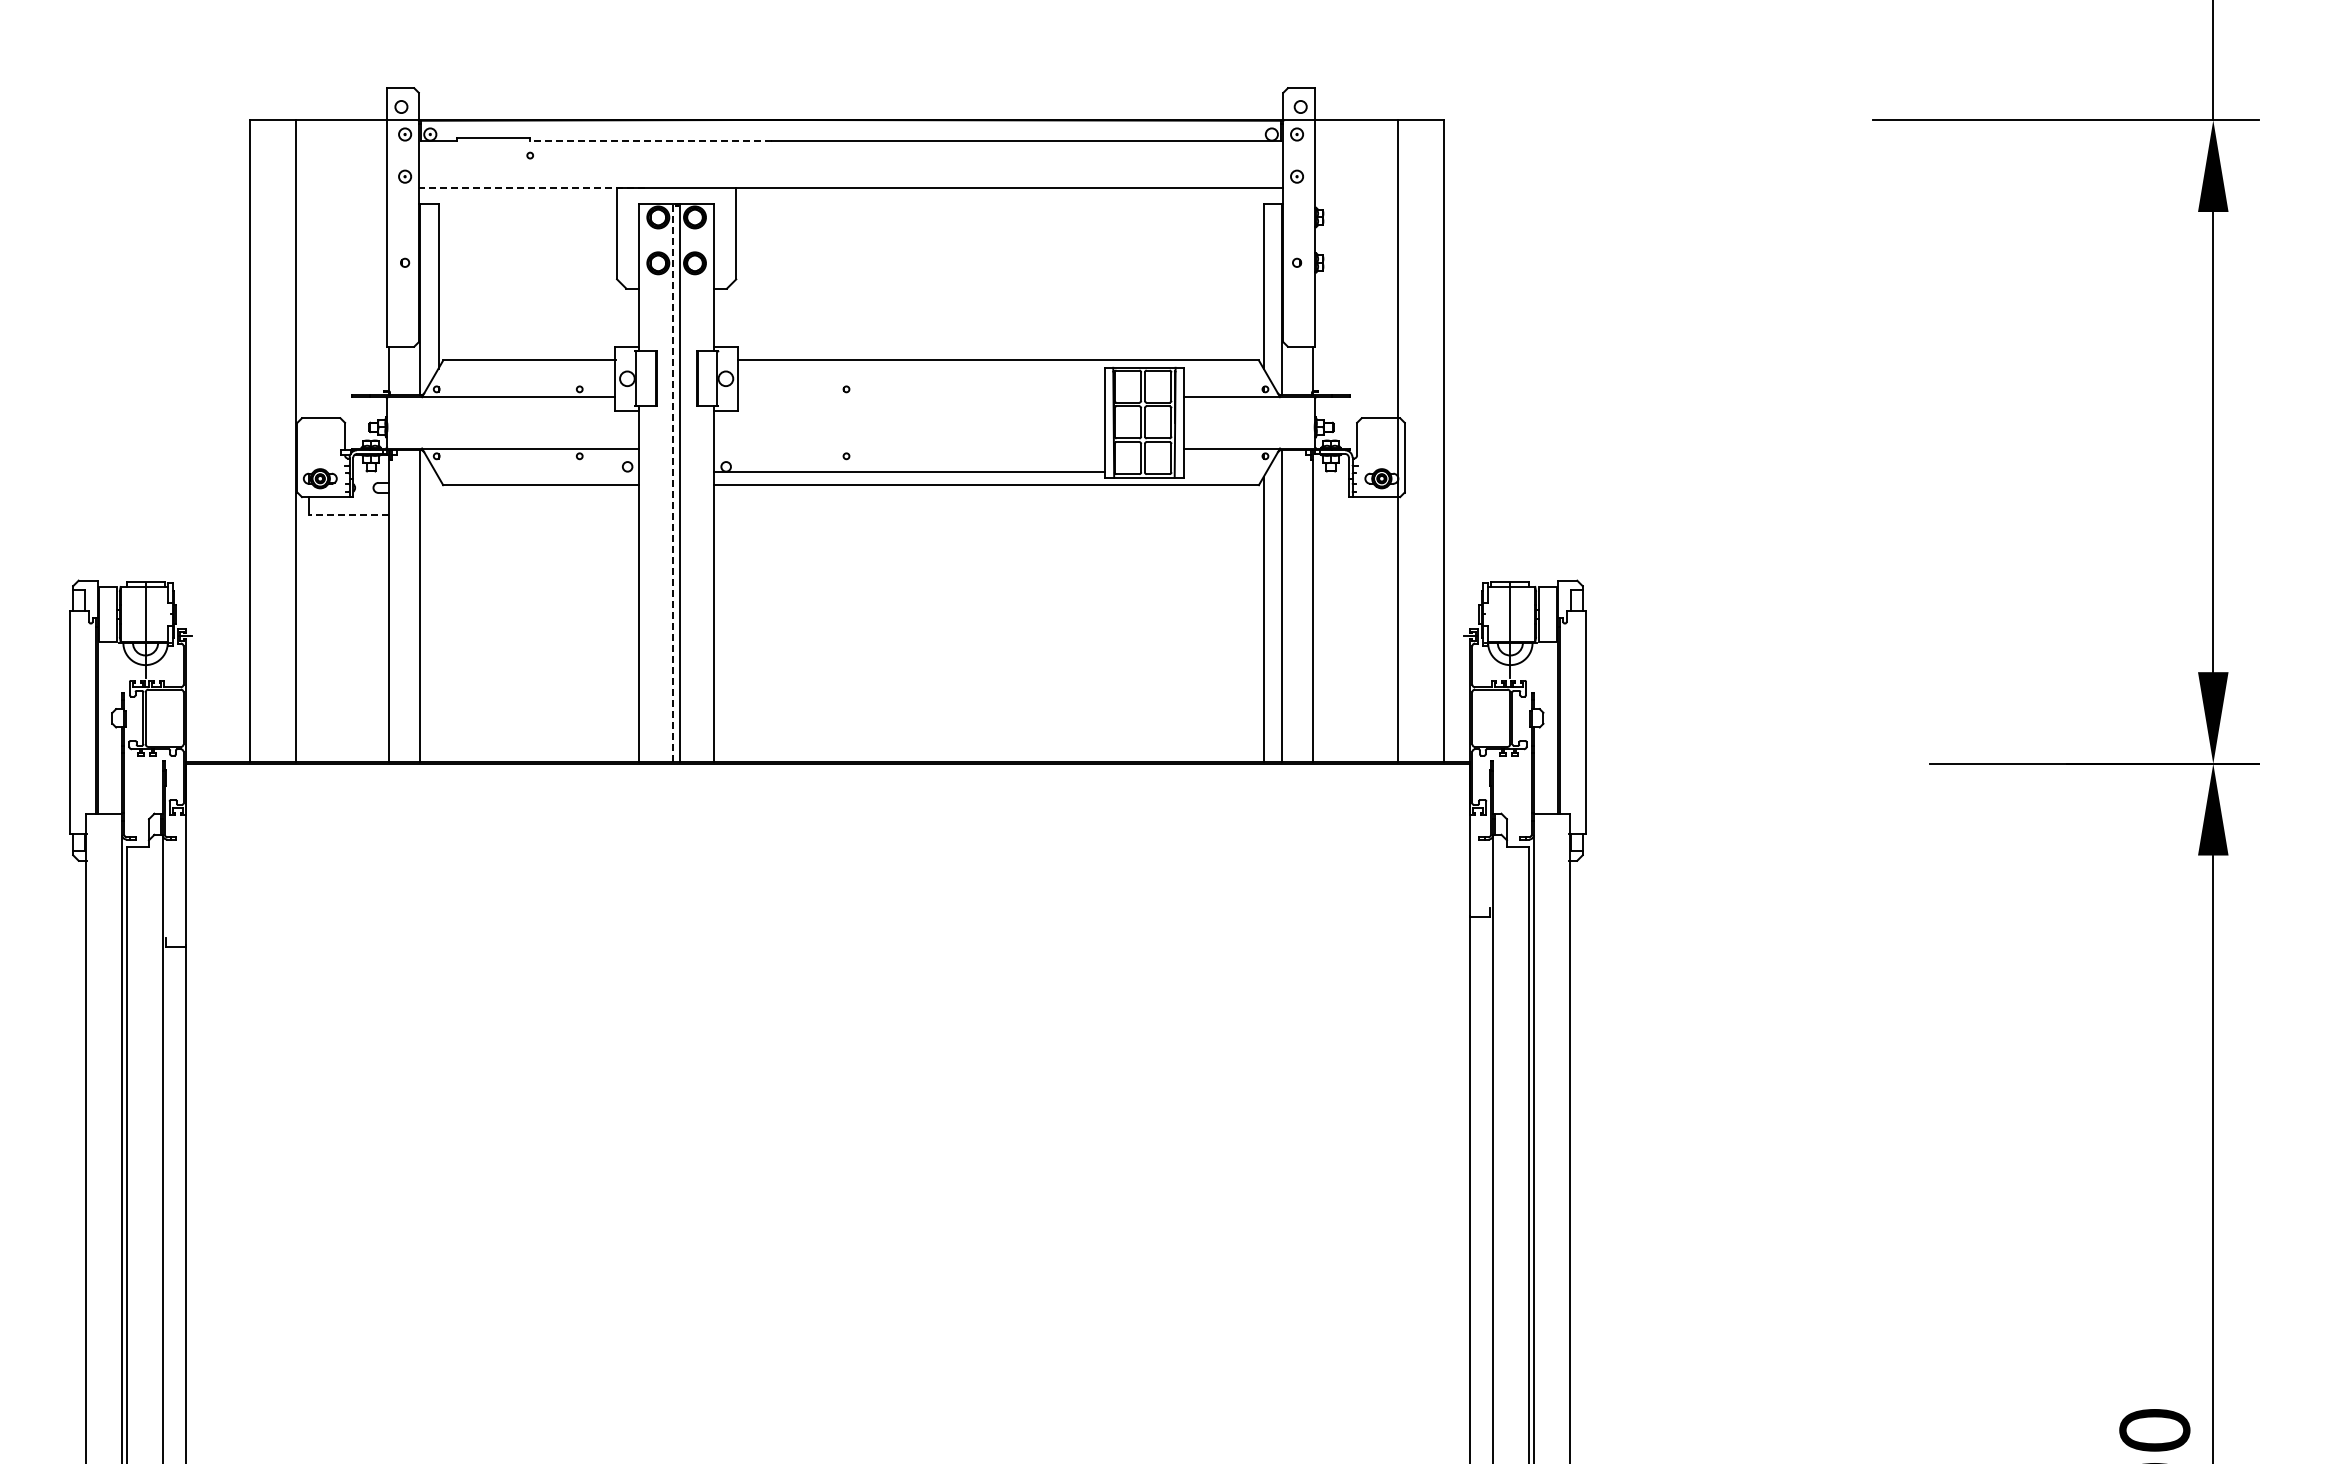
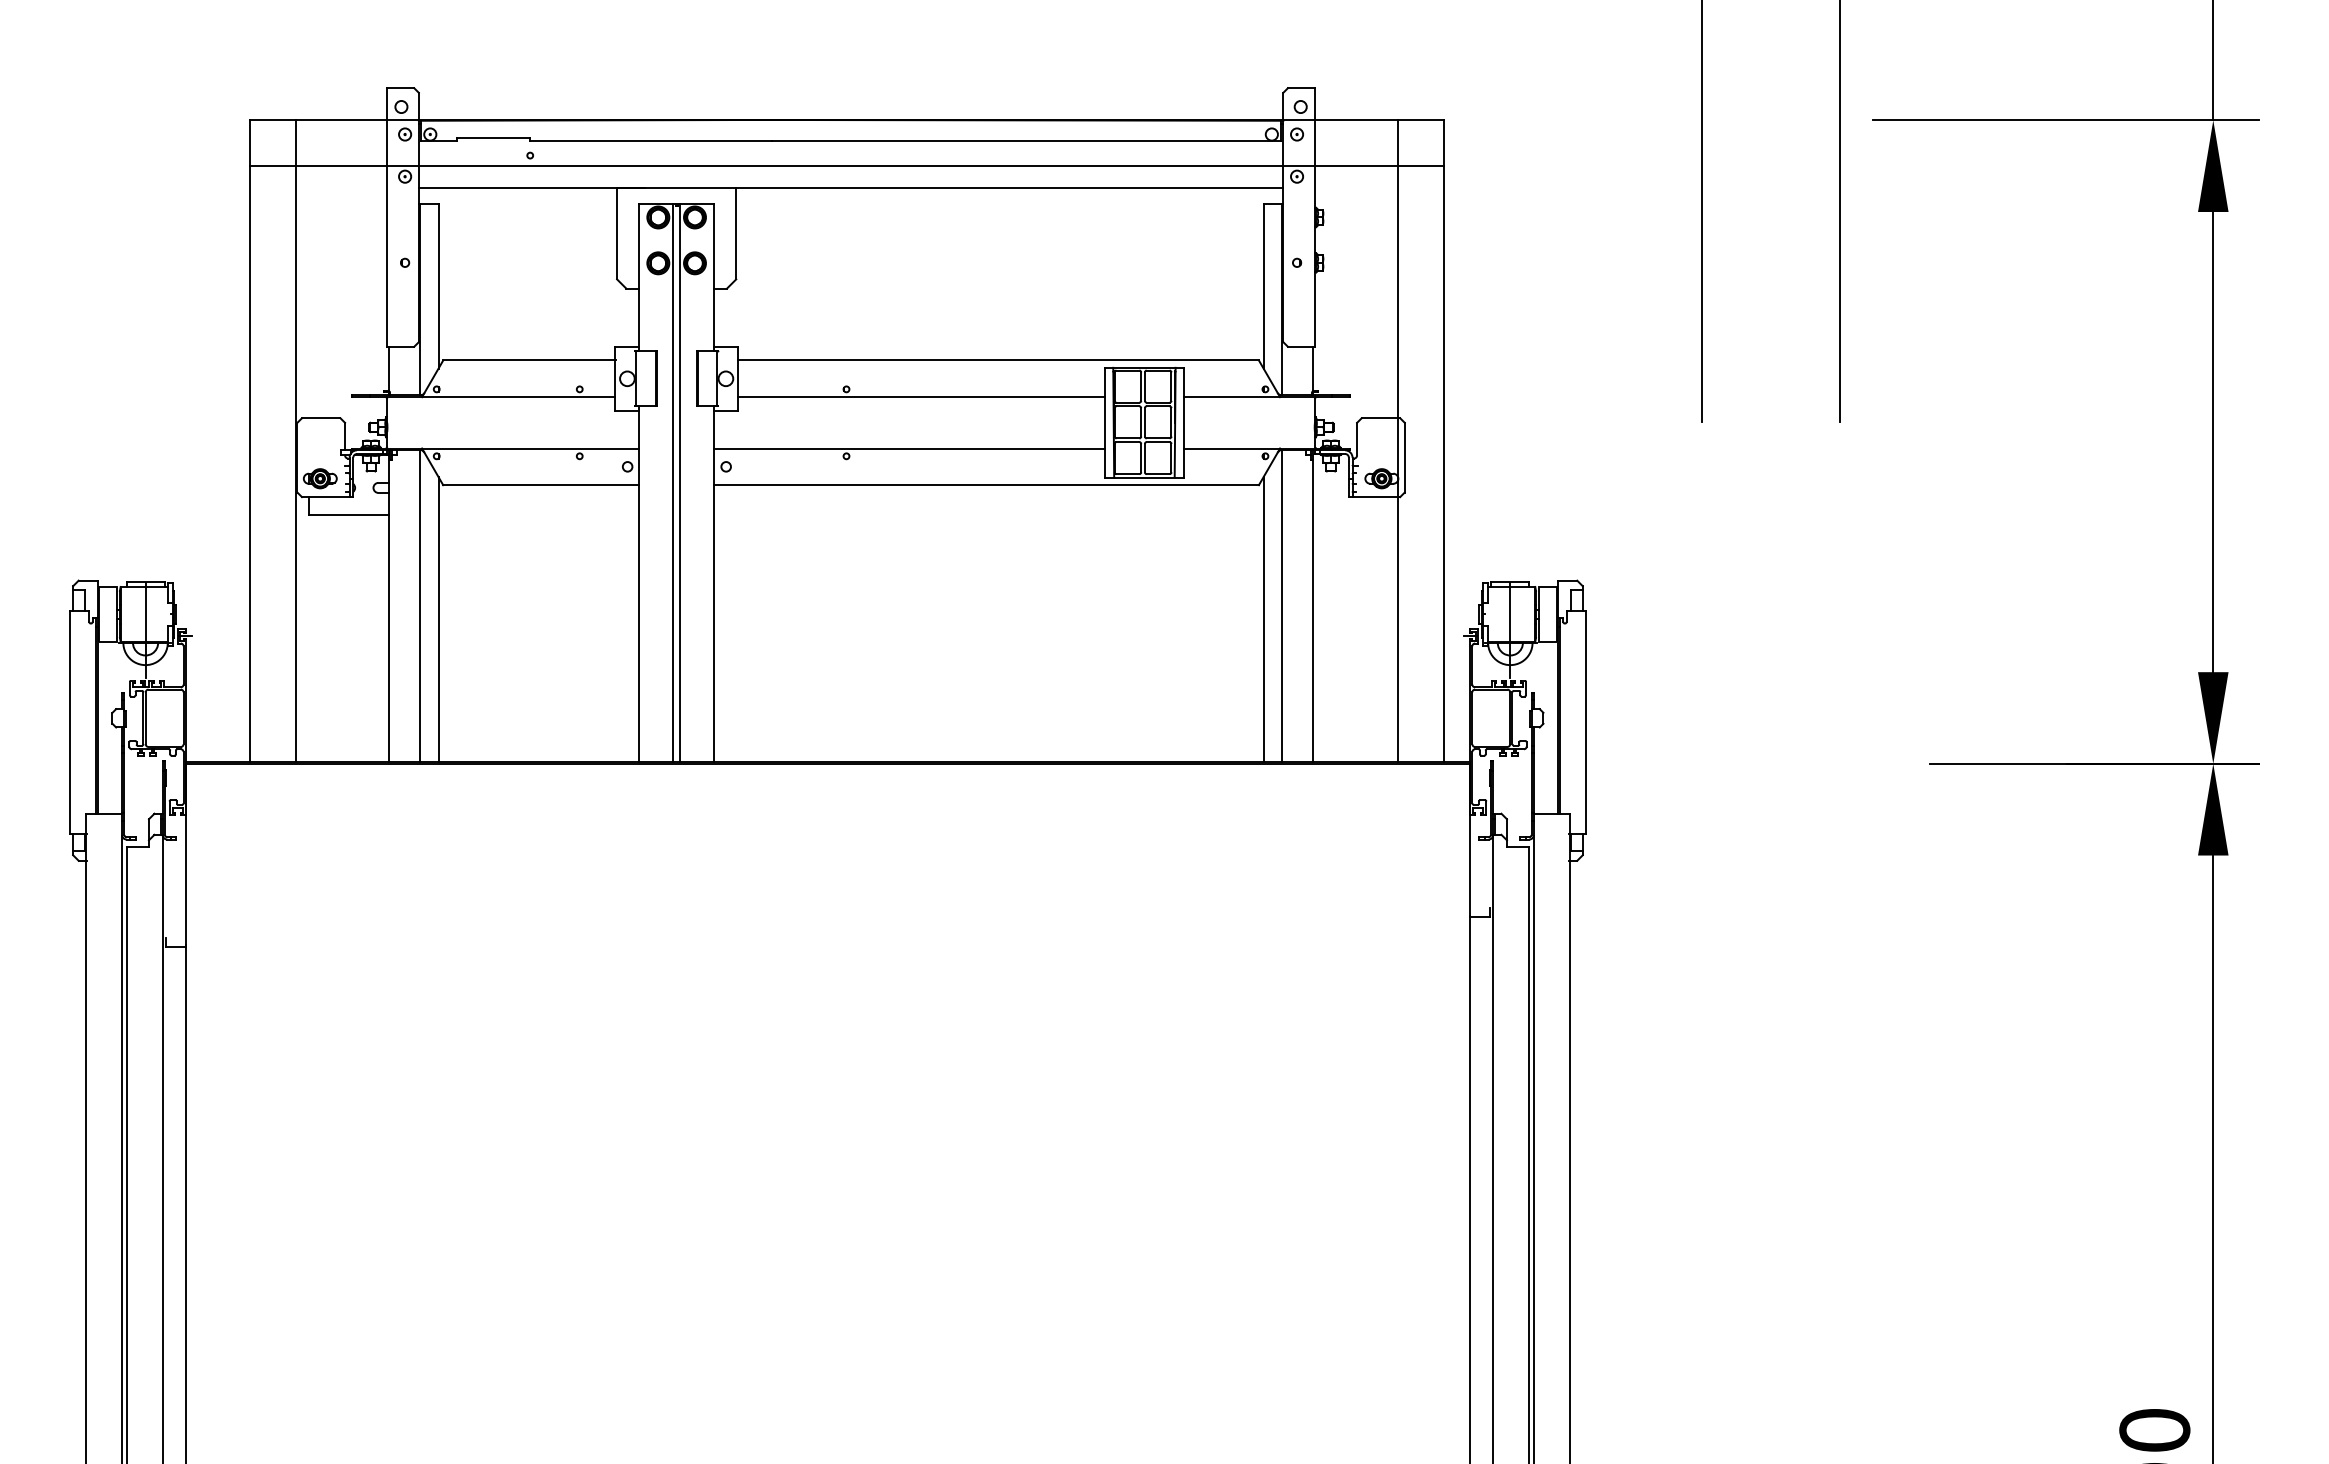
line at (651, 140): dashed -> solid
line at (846, 166): none -> present
line at (531, 187): dashed -> solid
line at (1702, 212): none -> present
line at (1839, 212): none -> present
line at (920, 397): none -> present
line at (909, 471) position: (909, 471) -> (909, 448)
line at (673, 482): dashed -> solid
line at (349, 514): dashed -> solid
line at (438, 619): none -> present
